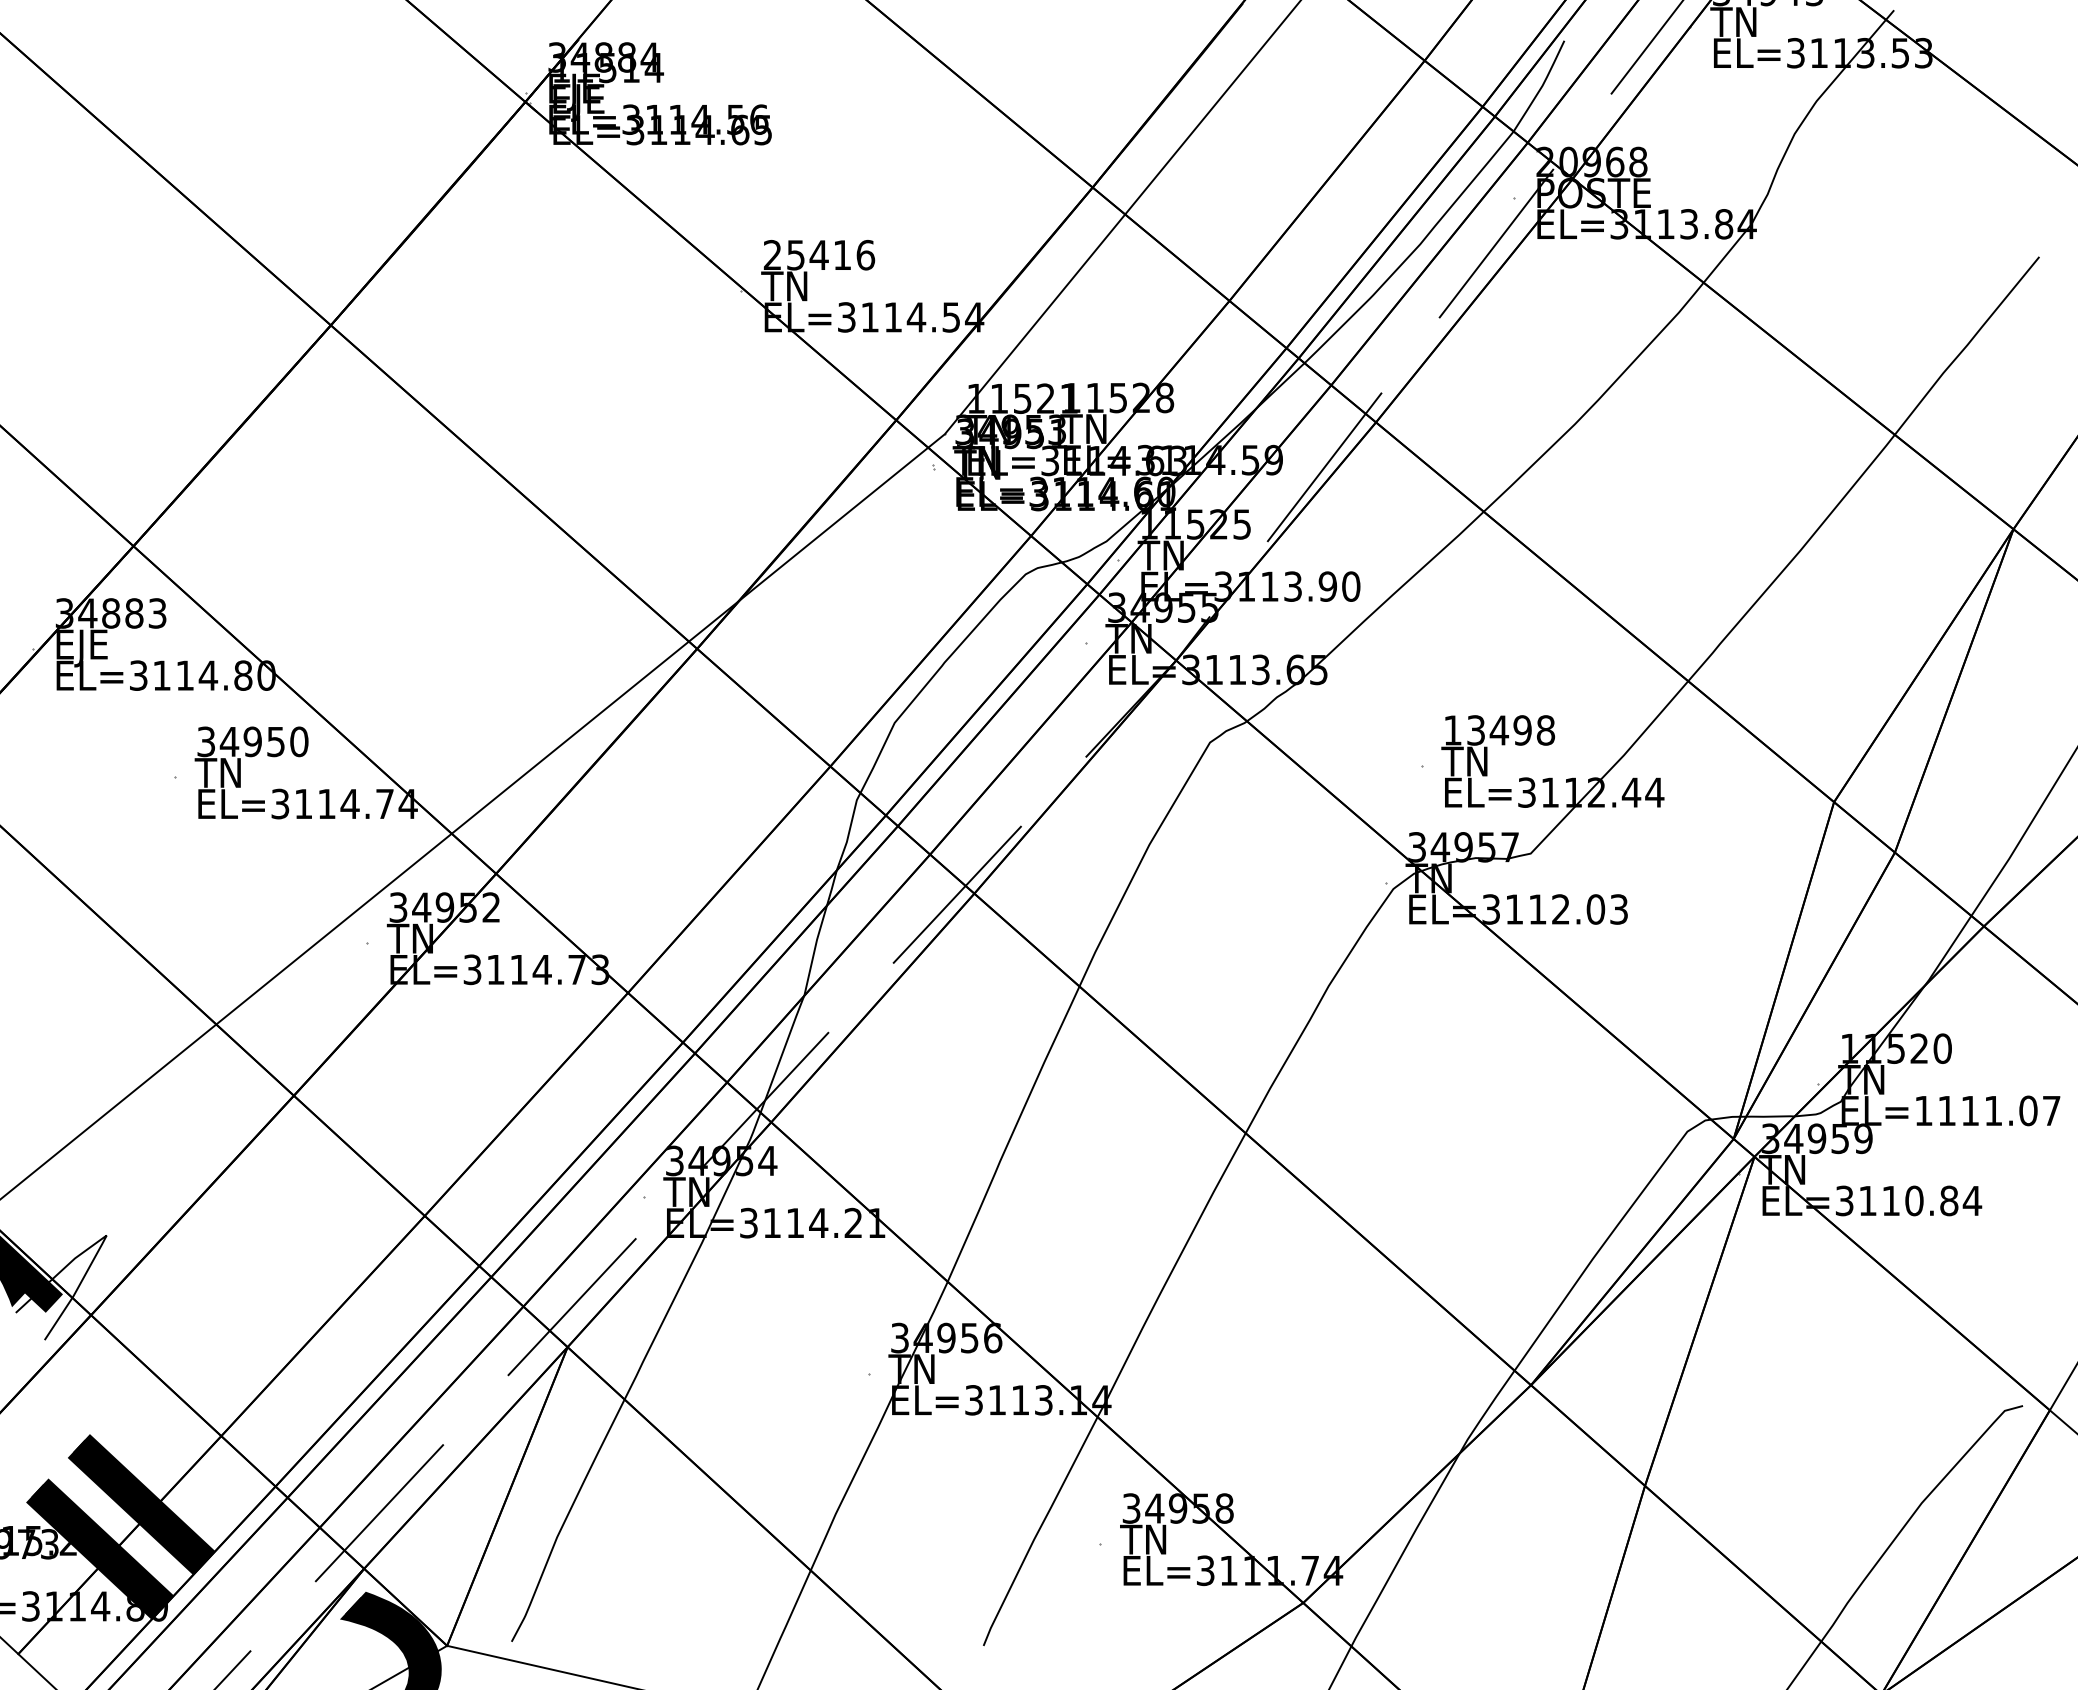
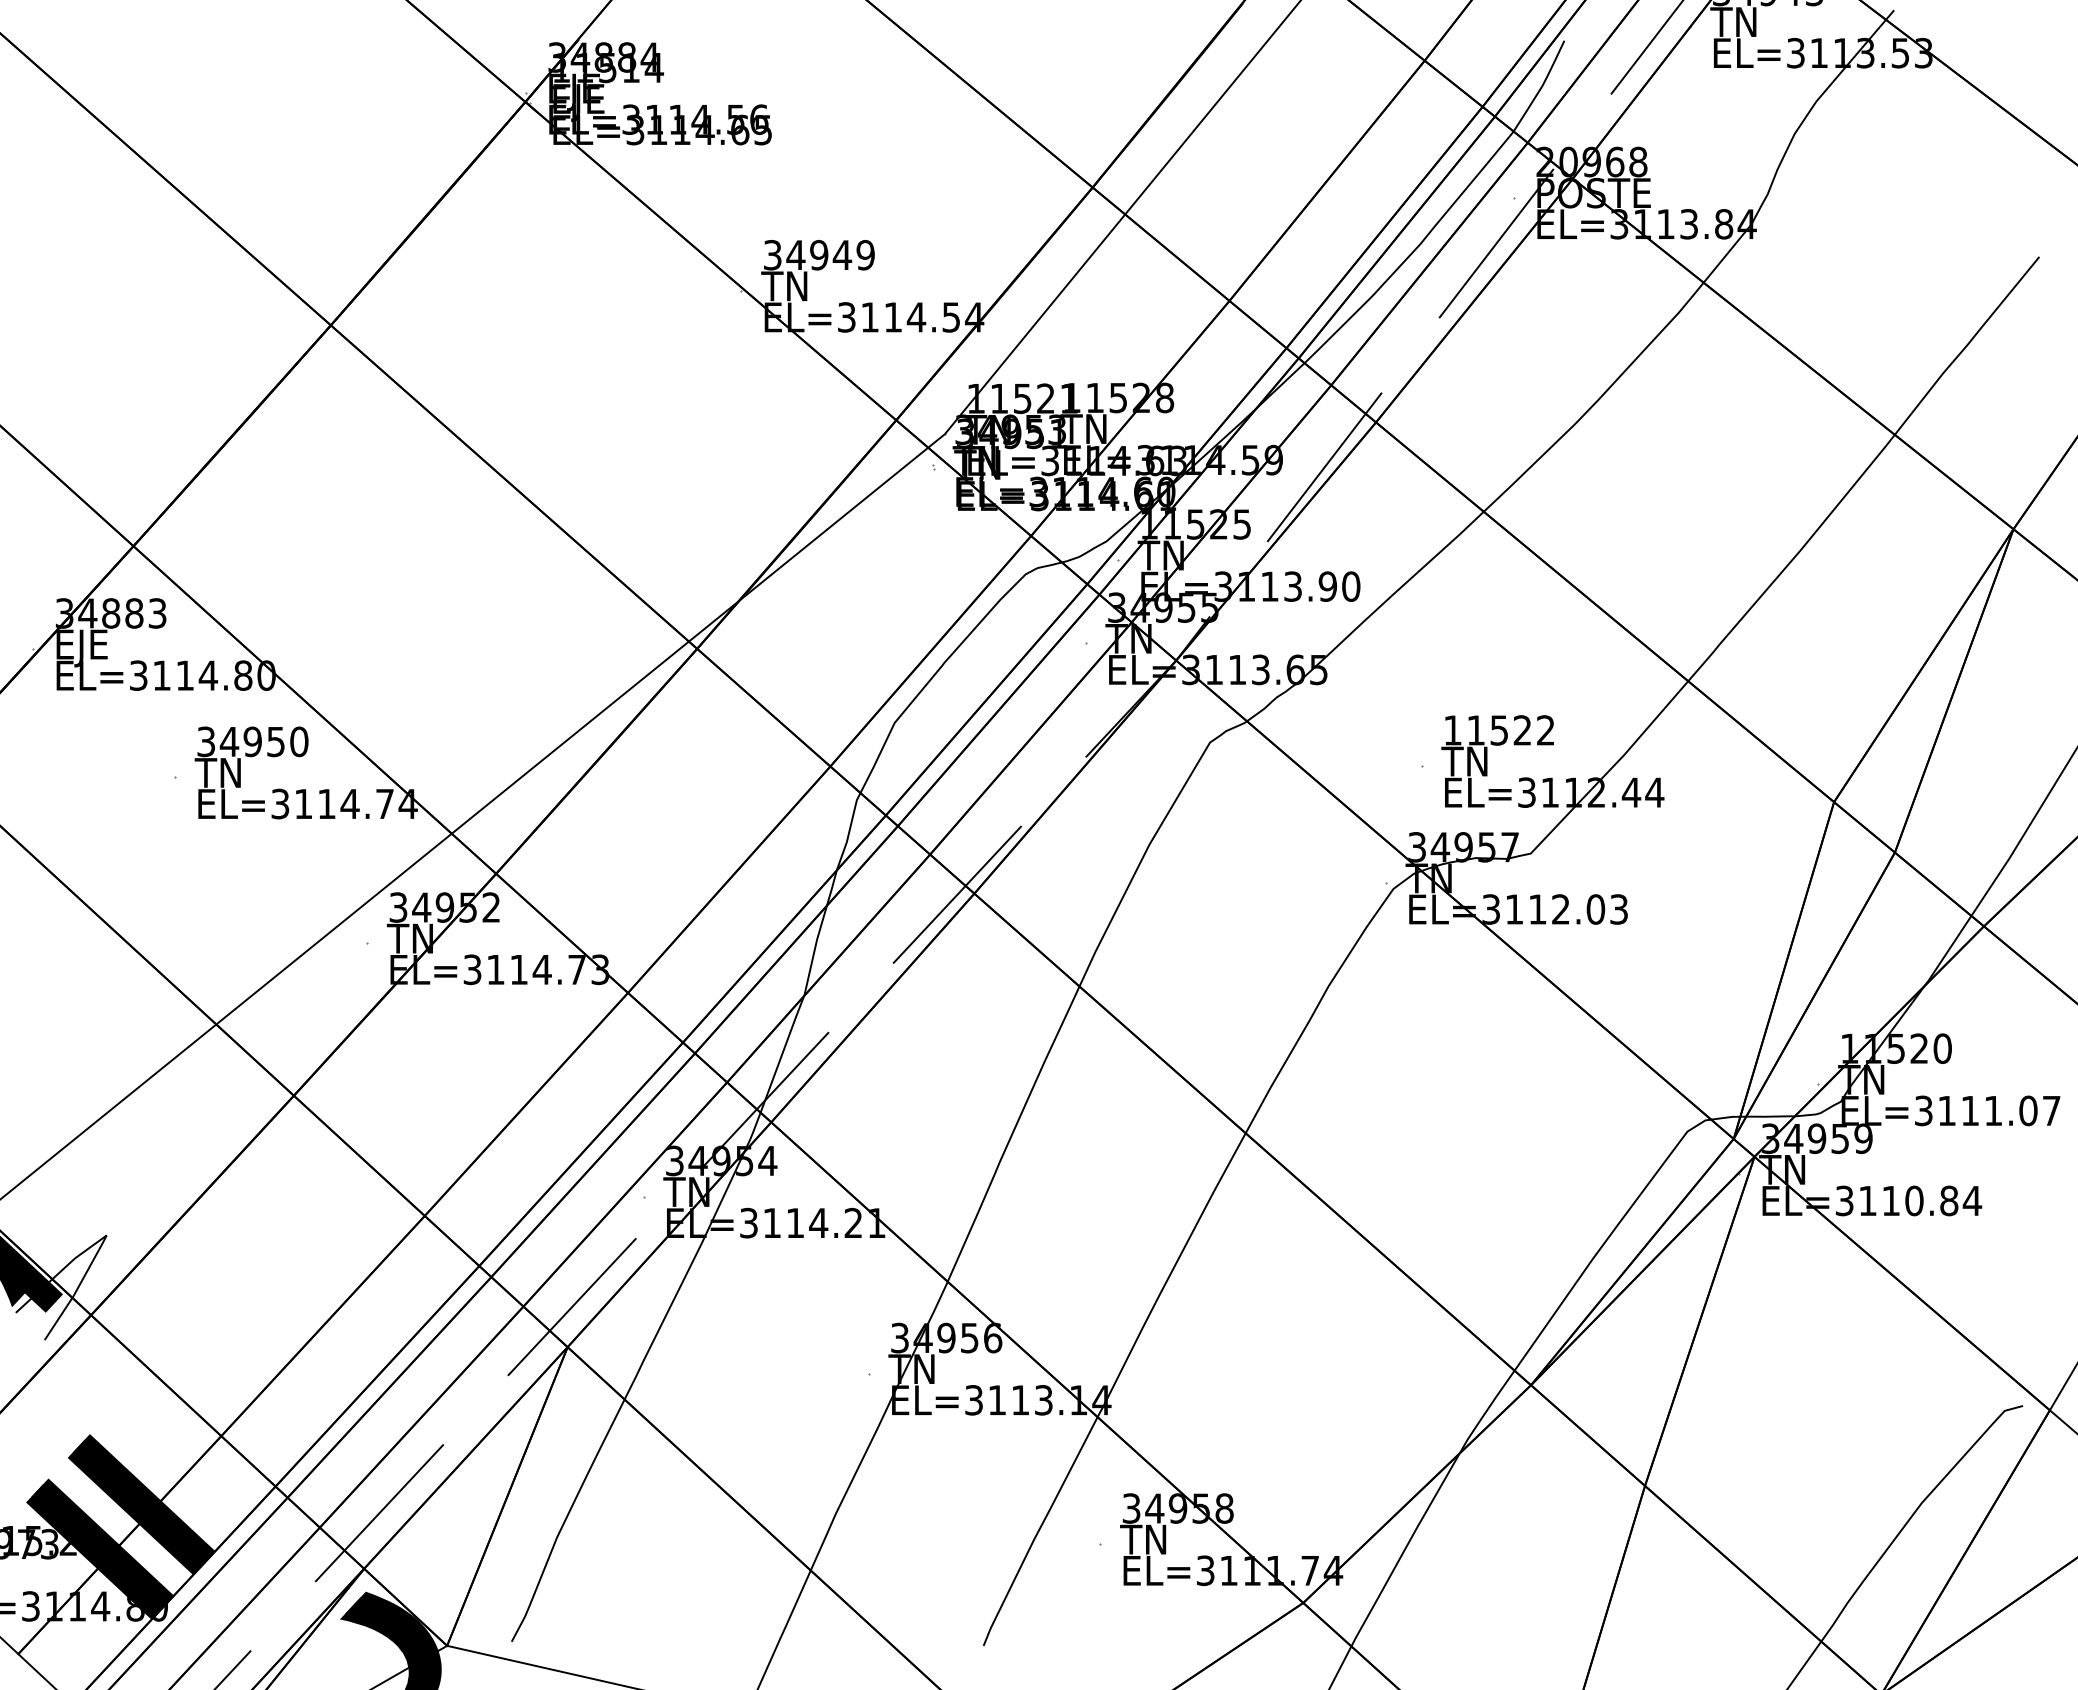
text at (819, 254): 25416 -> 34949
text at (1511, 730): 13498 -> 11522
text at (1923, 1110): EL=1111.07 -> EL=3111.07
